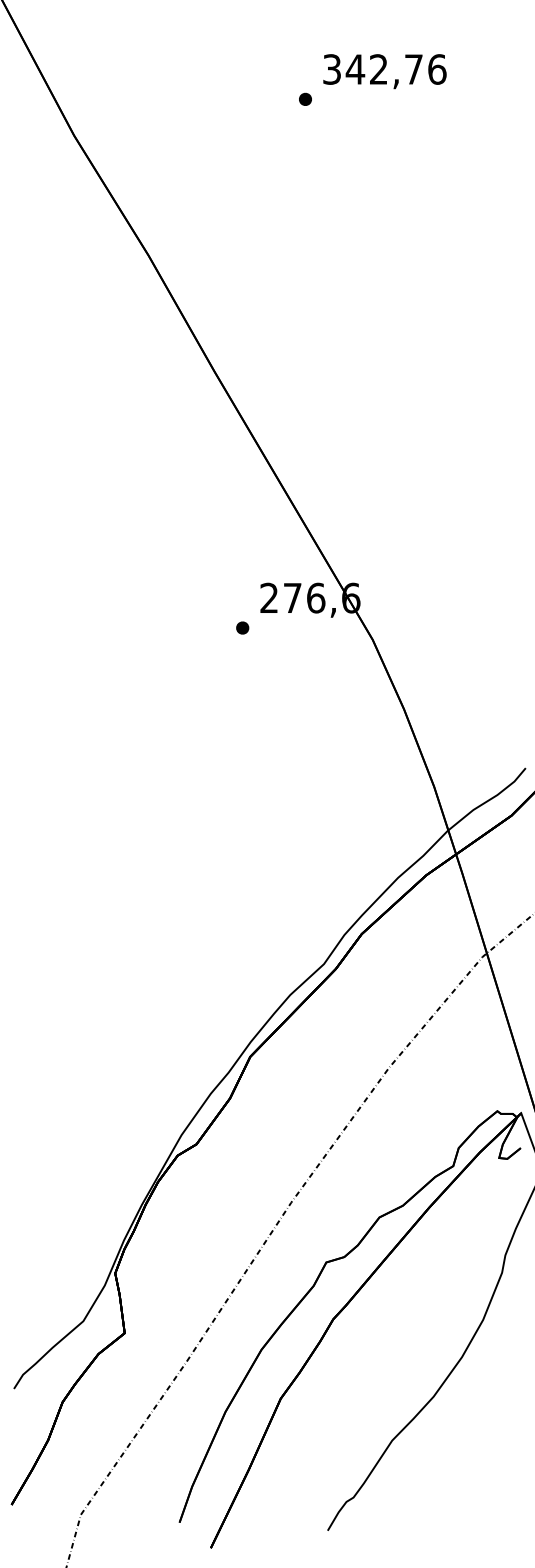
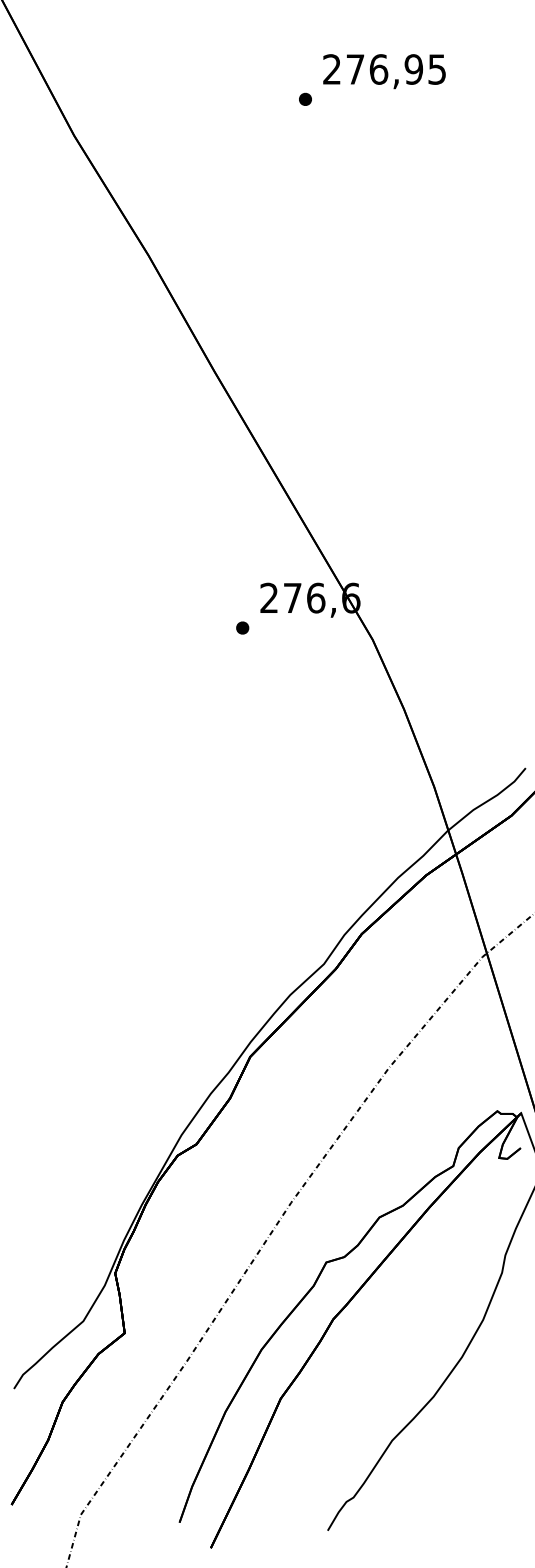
text at (384, 69): 342,76 -> 276,95
